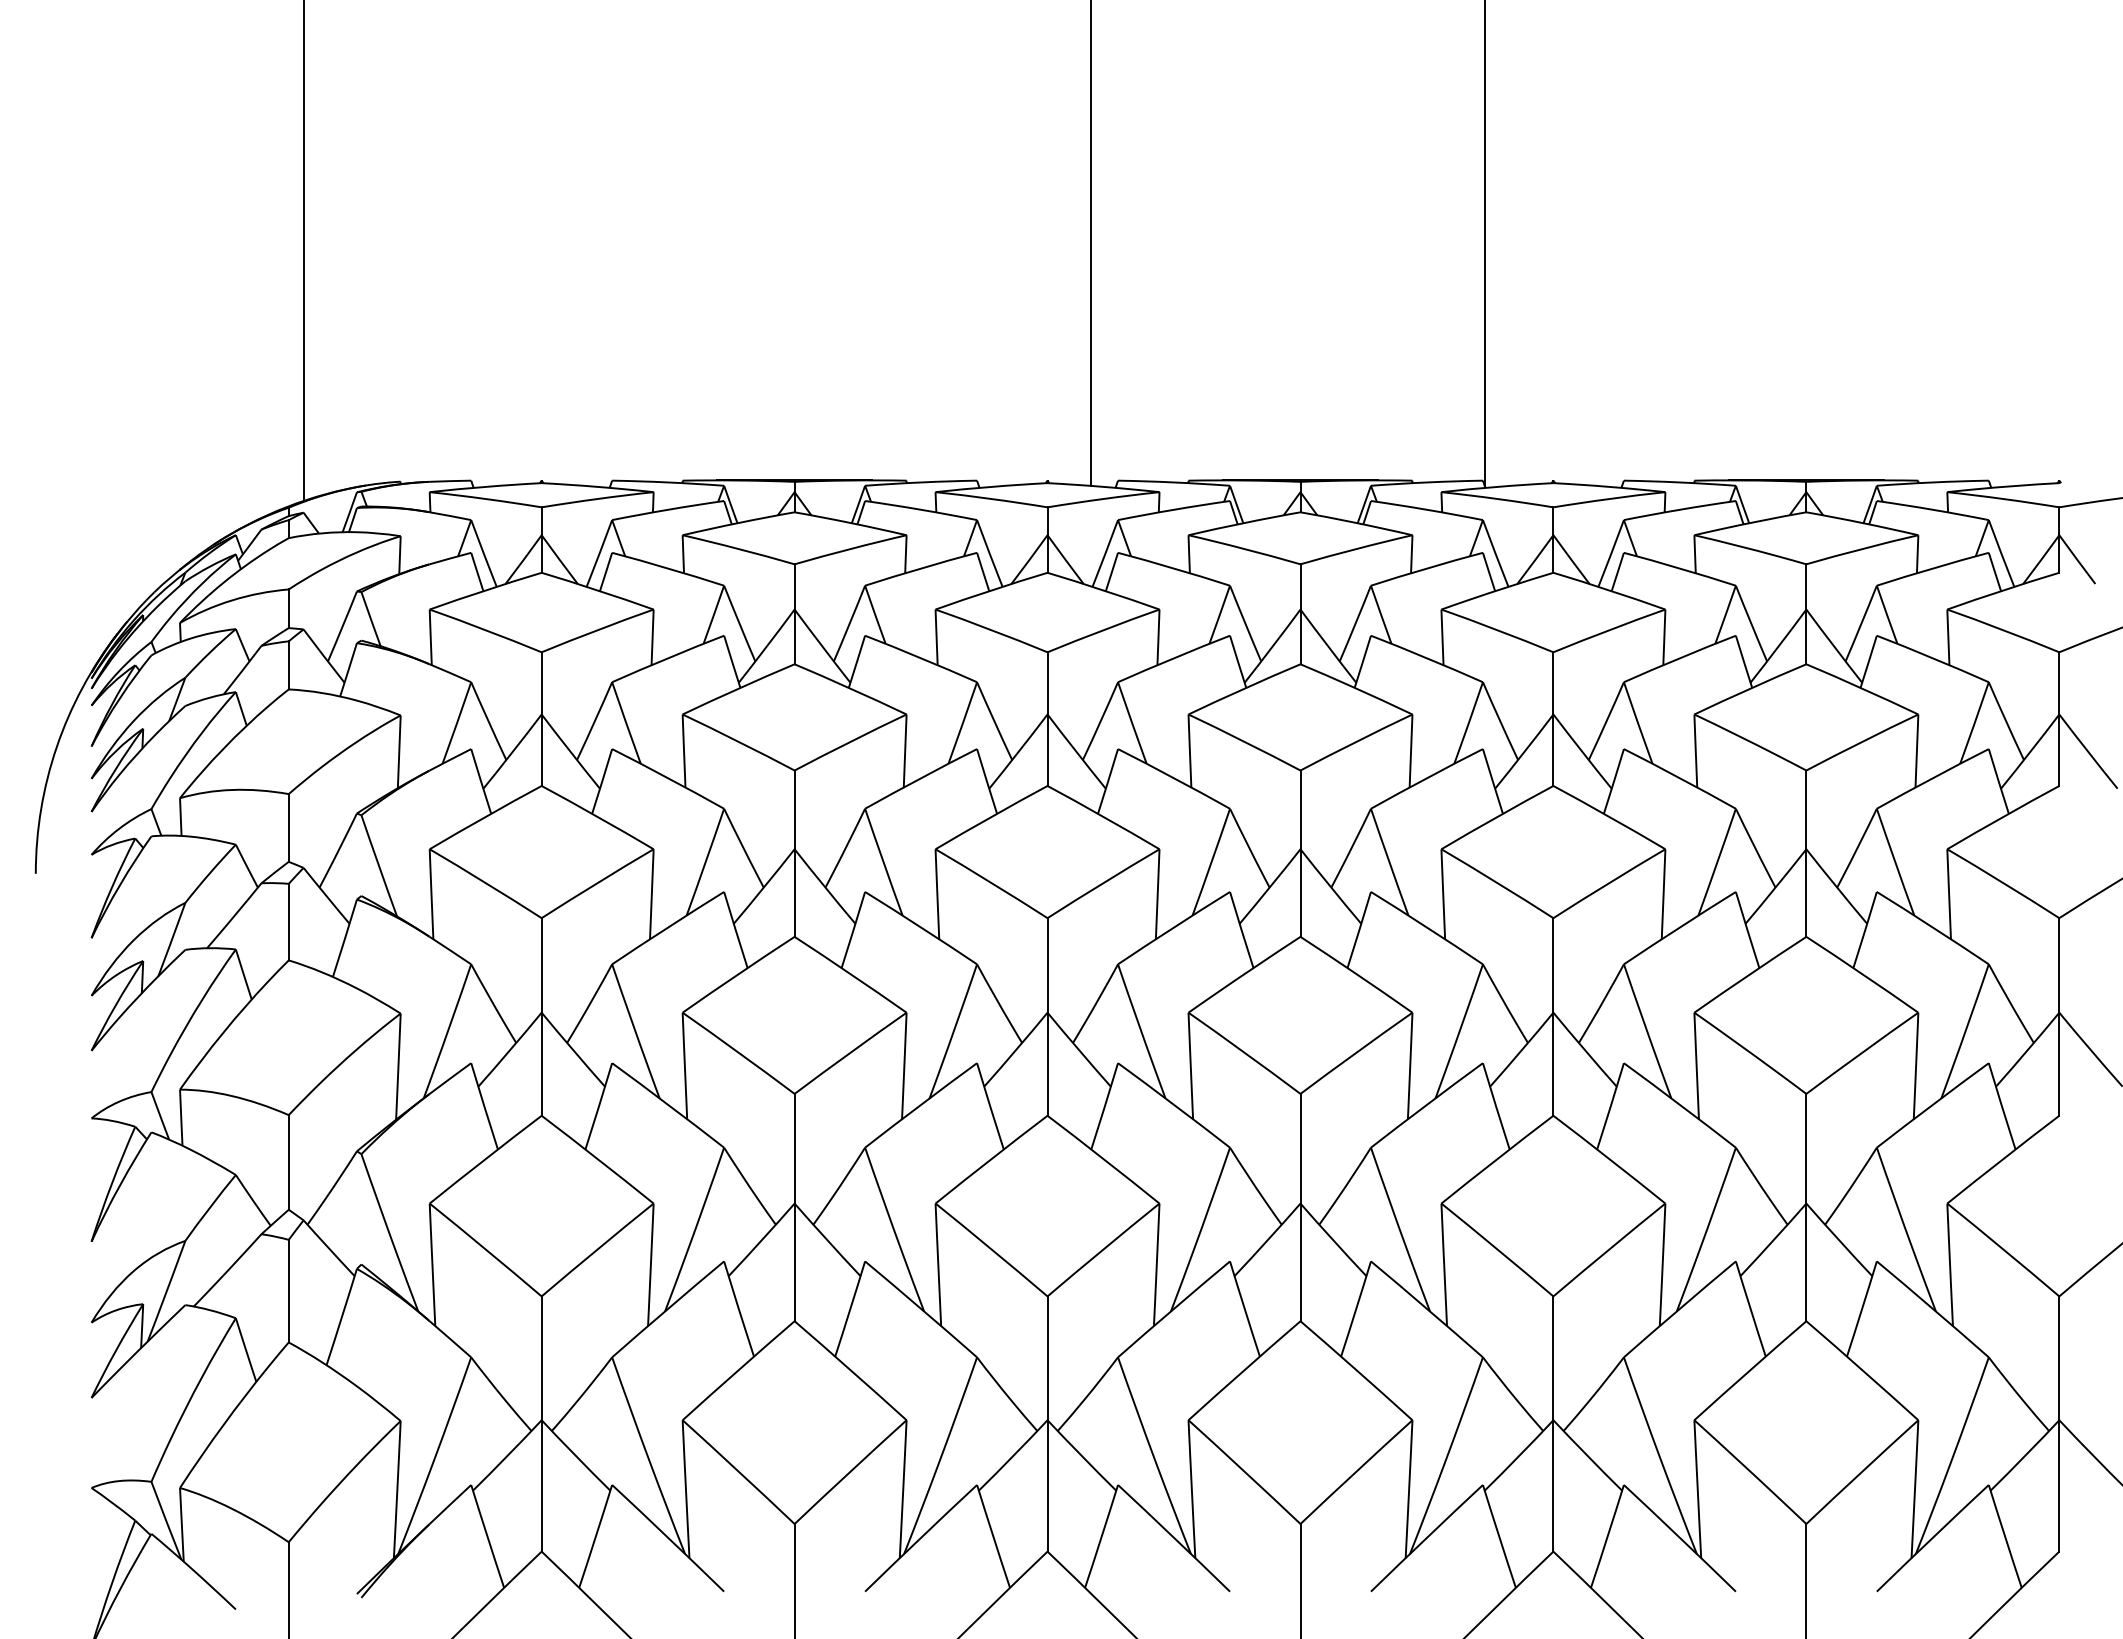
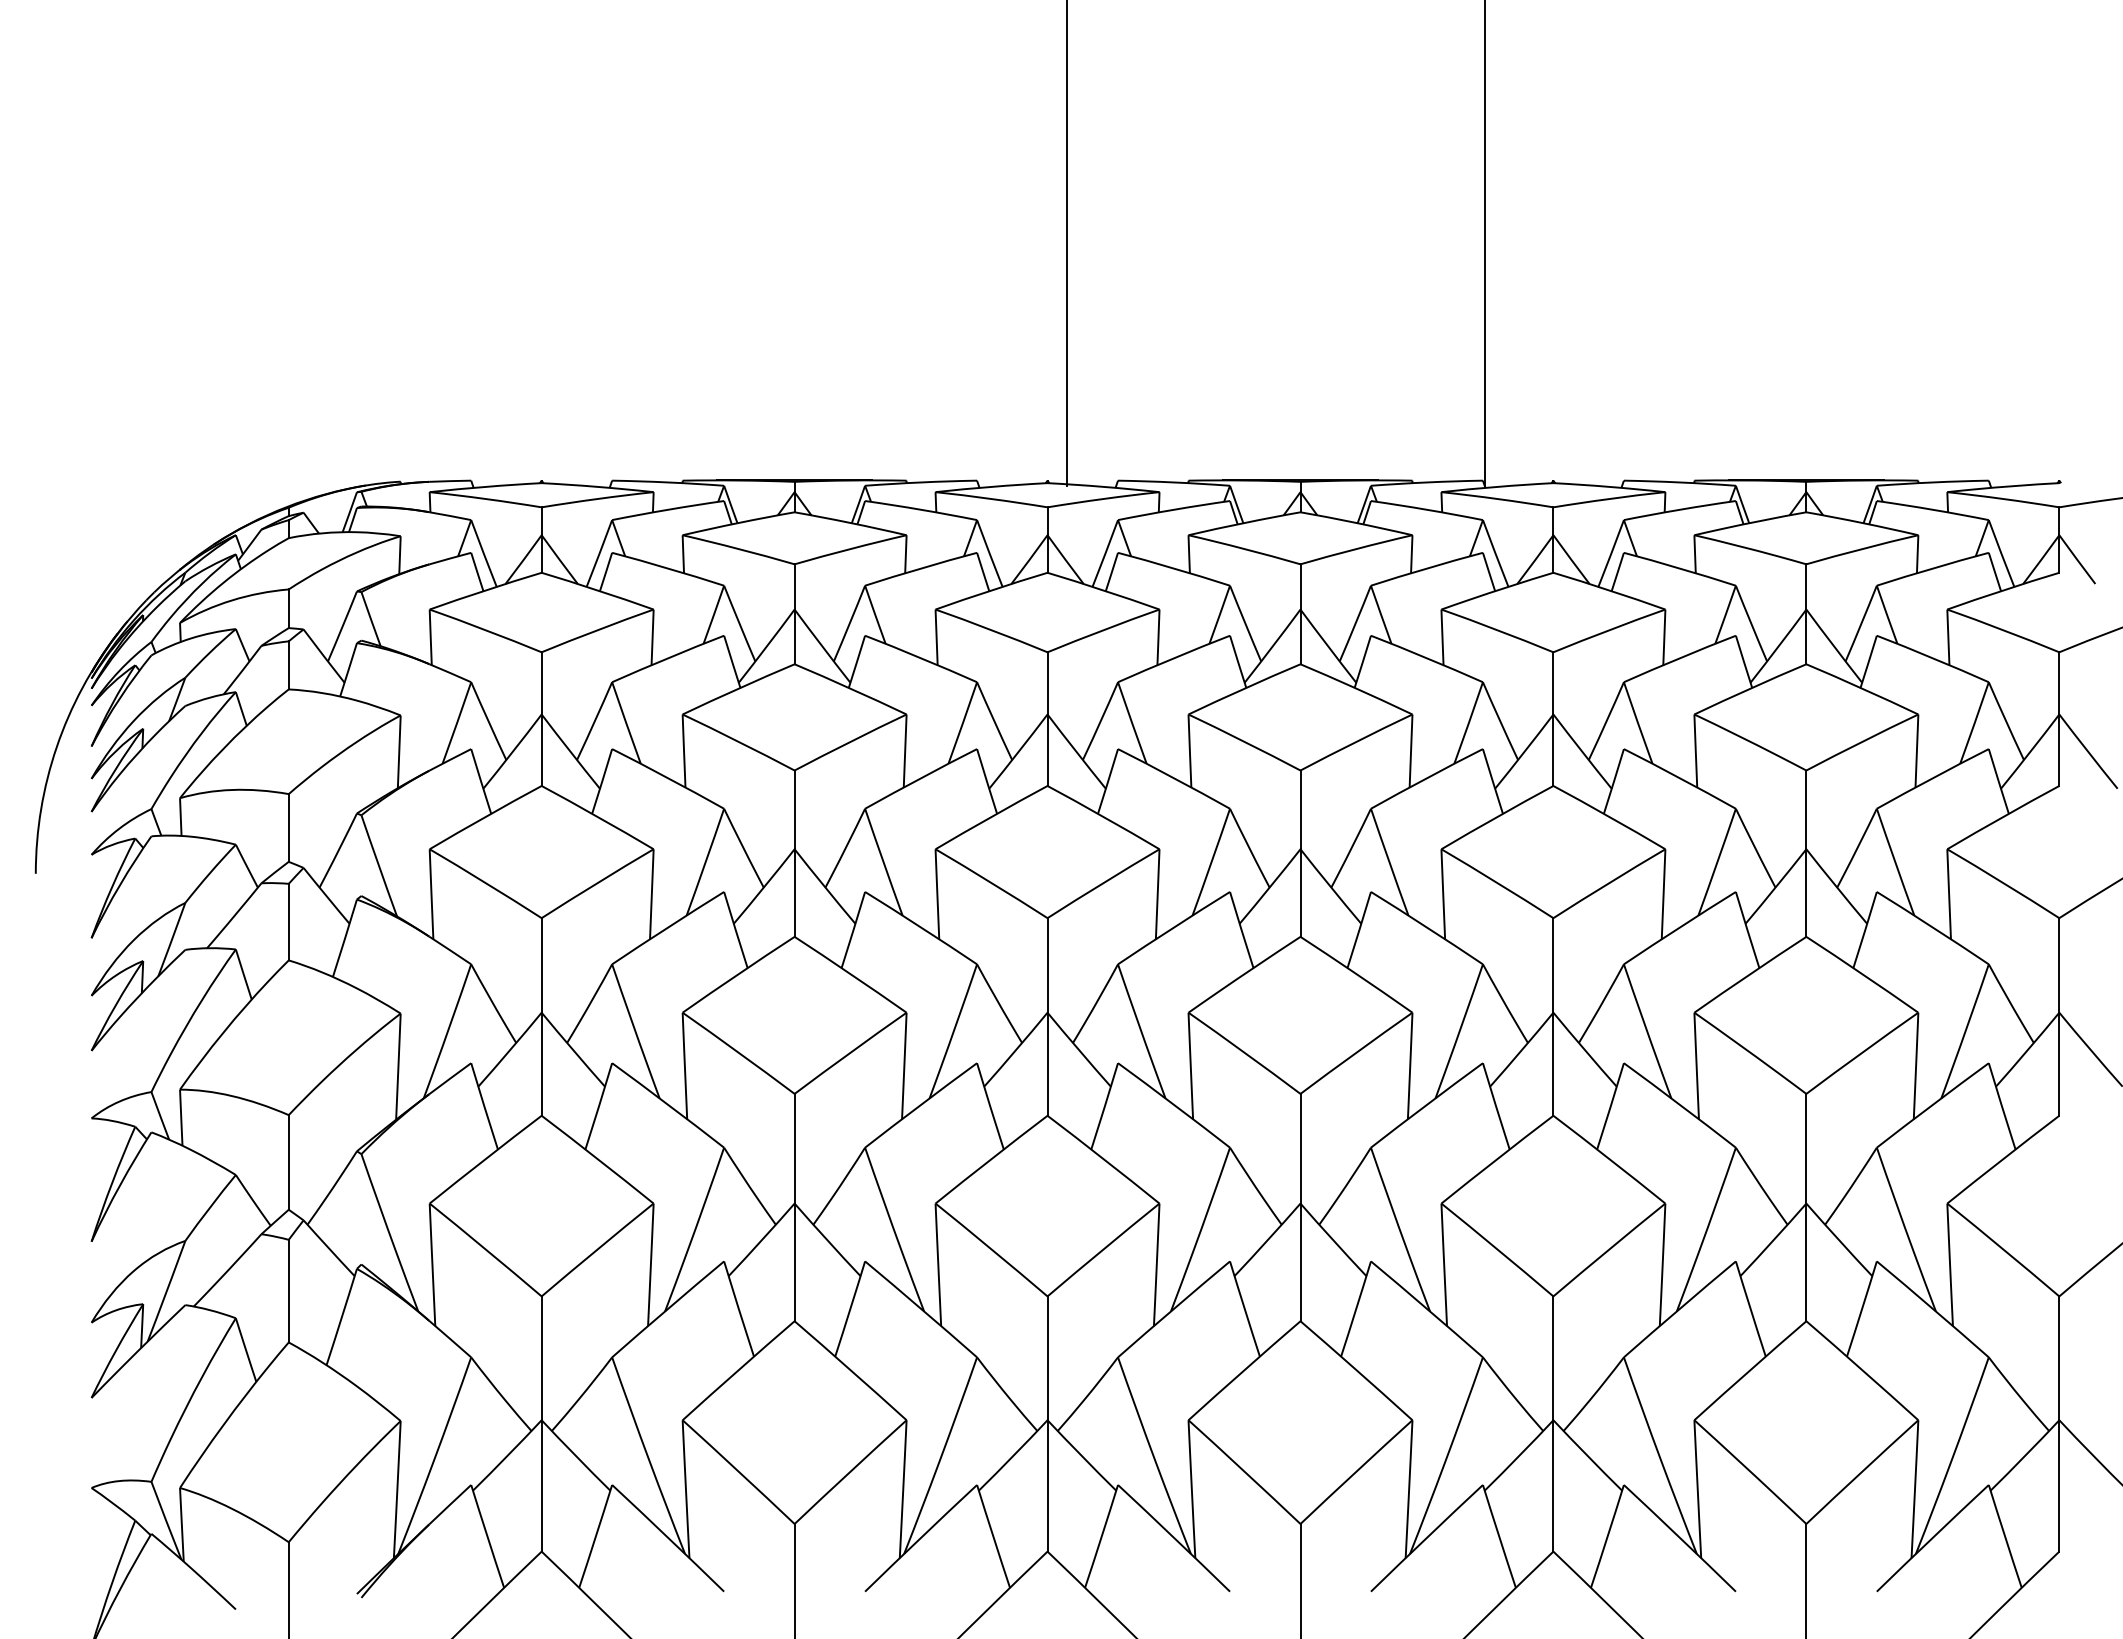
line at (1091, 243) position: (1091, 243) -> (1067, 243)
line at (304, 251): present -> none
